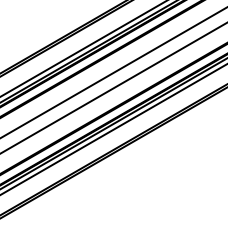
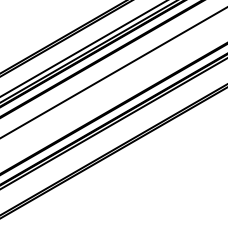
line at (113, 88): present -> none
line at (113, 129): present -> none
